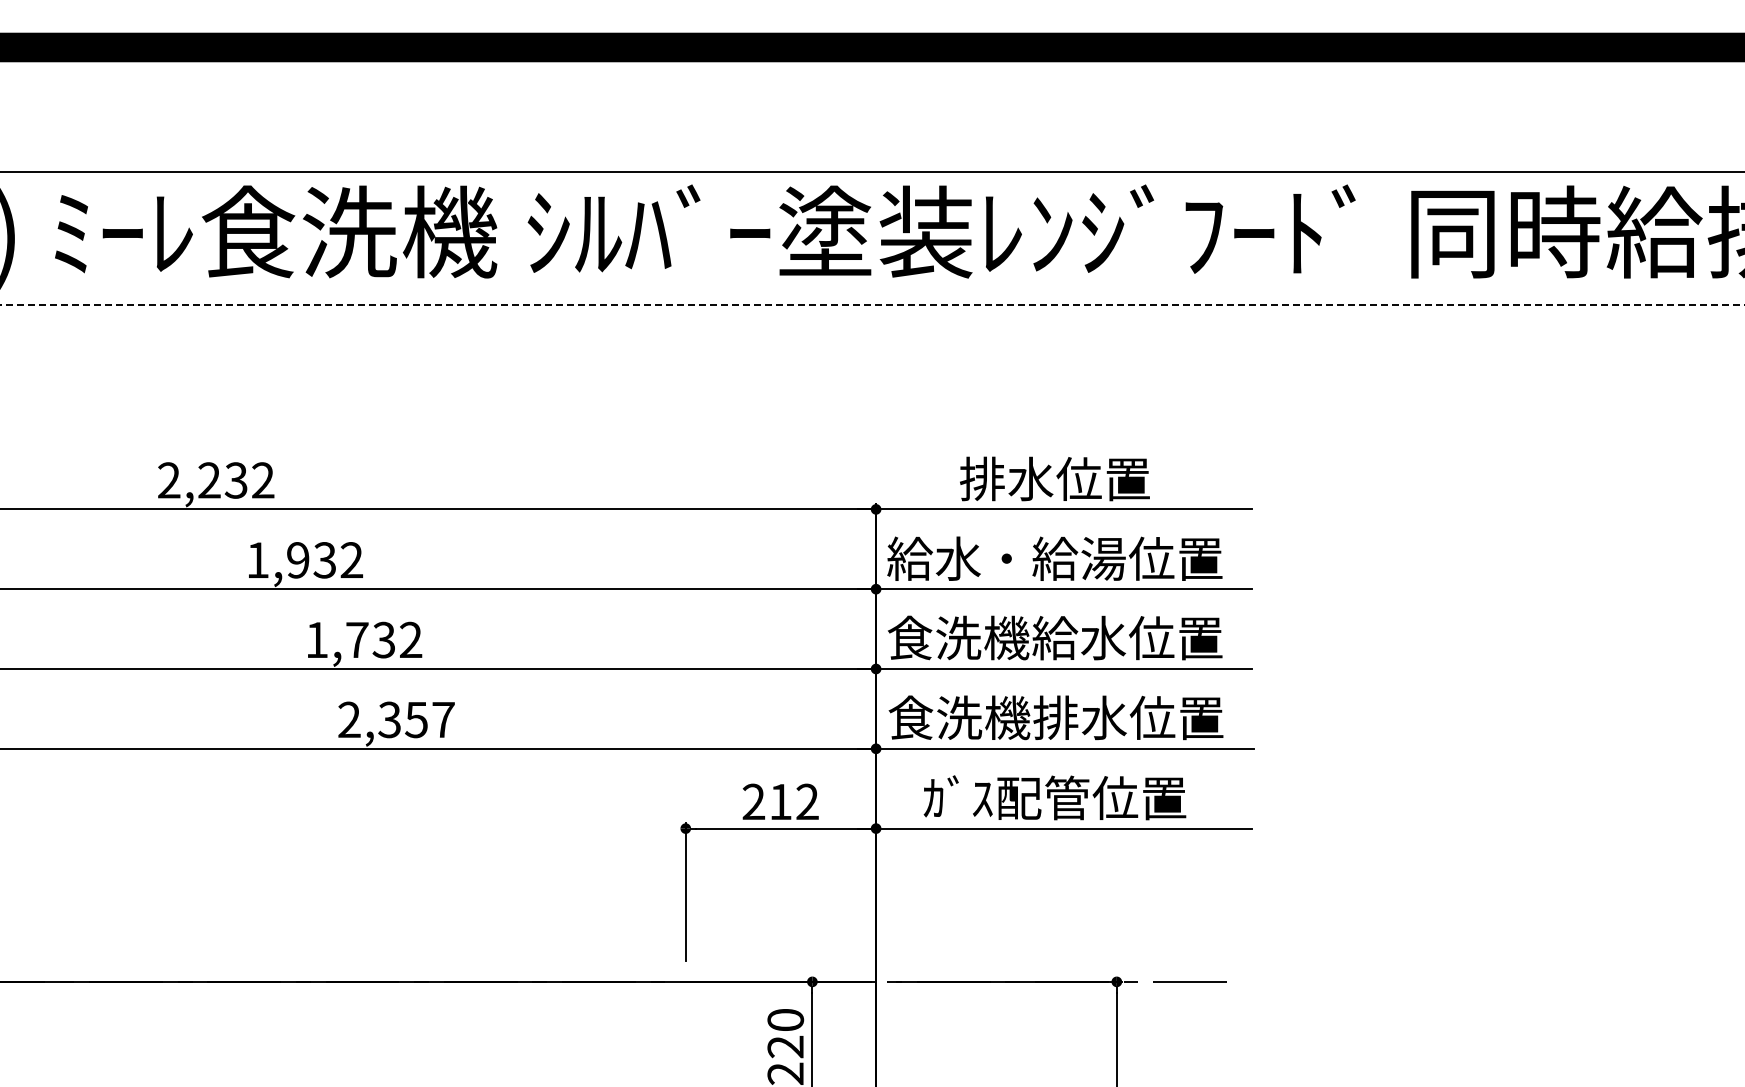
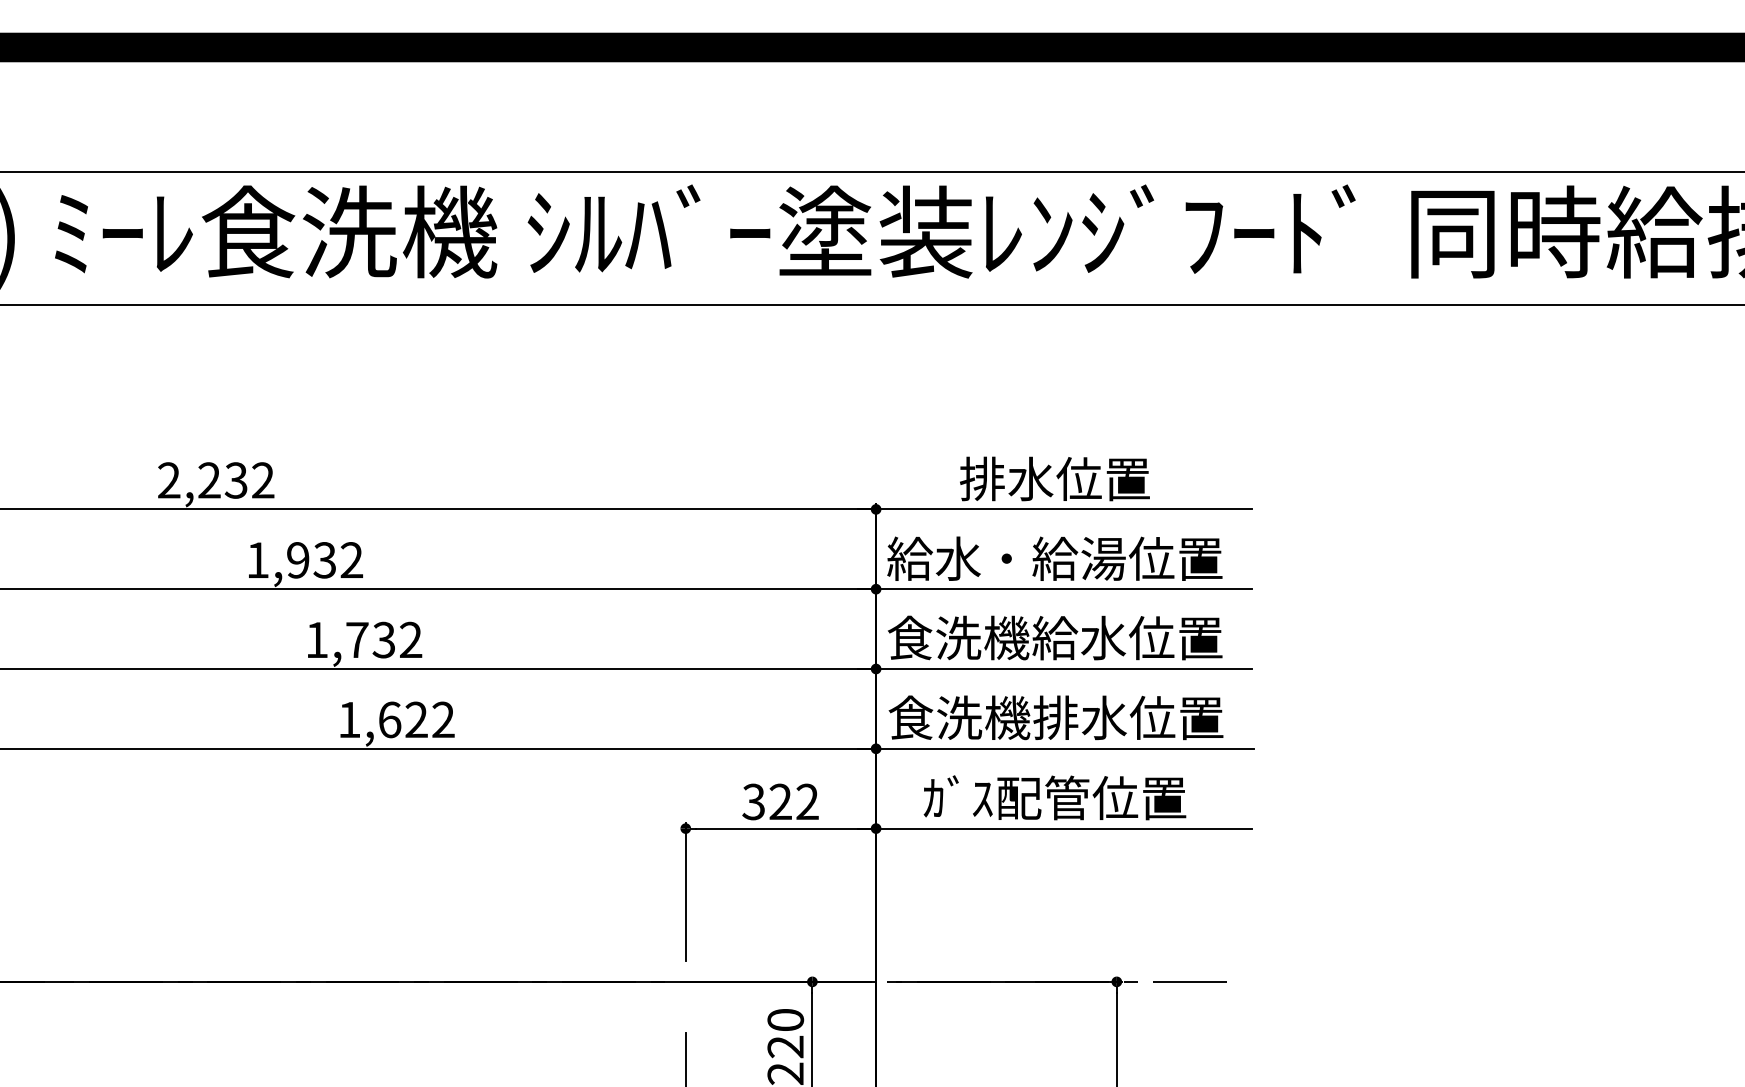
line at (872, 305): dashed -> solid
text at (396, 719): 2,357 -> 1,622
text at (766, 801): 212 -> 322
line at (685, 1057): none -> present
